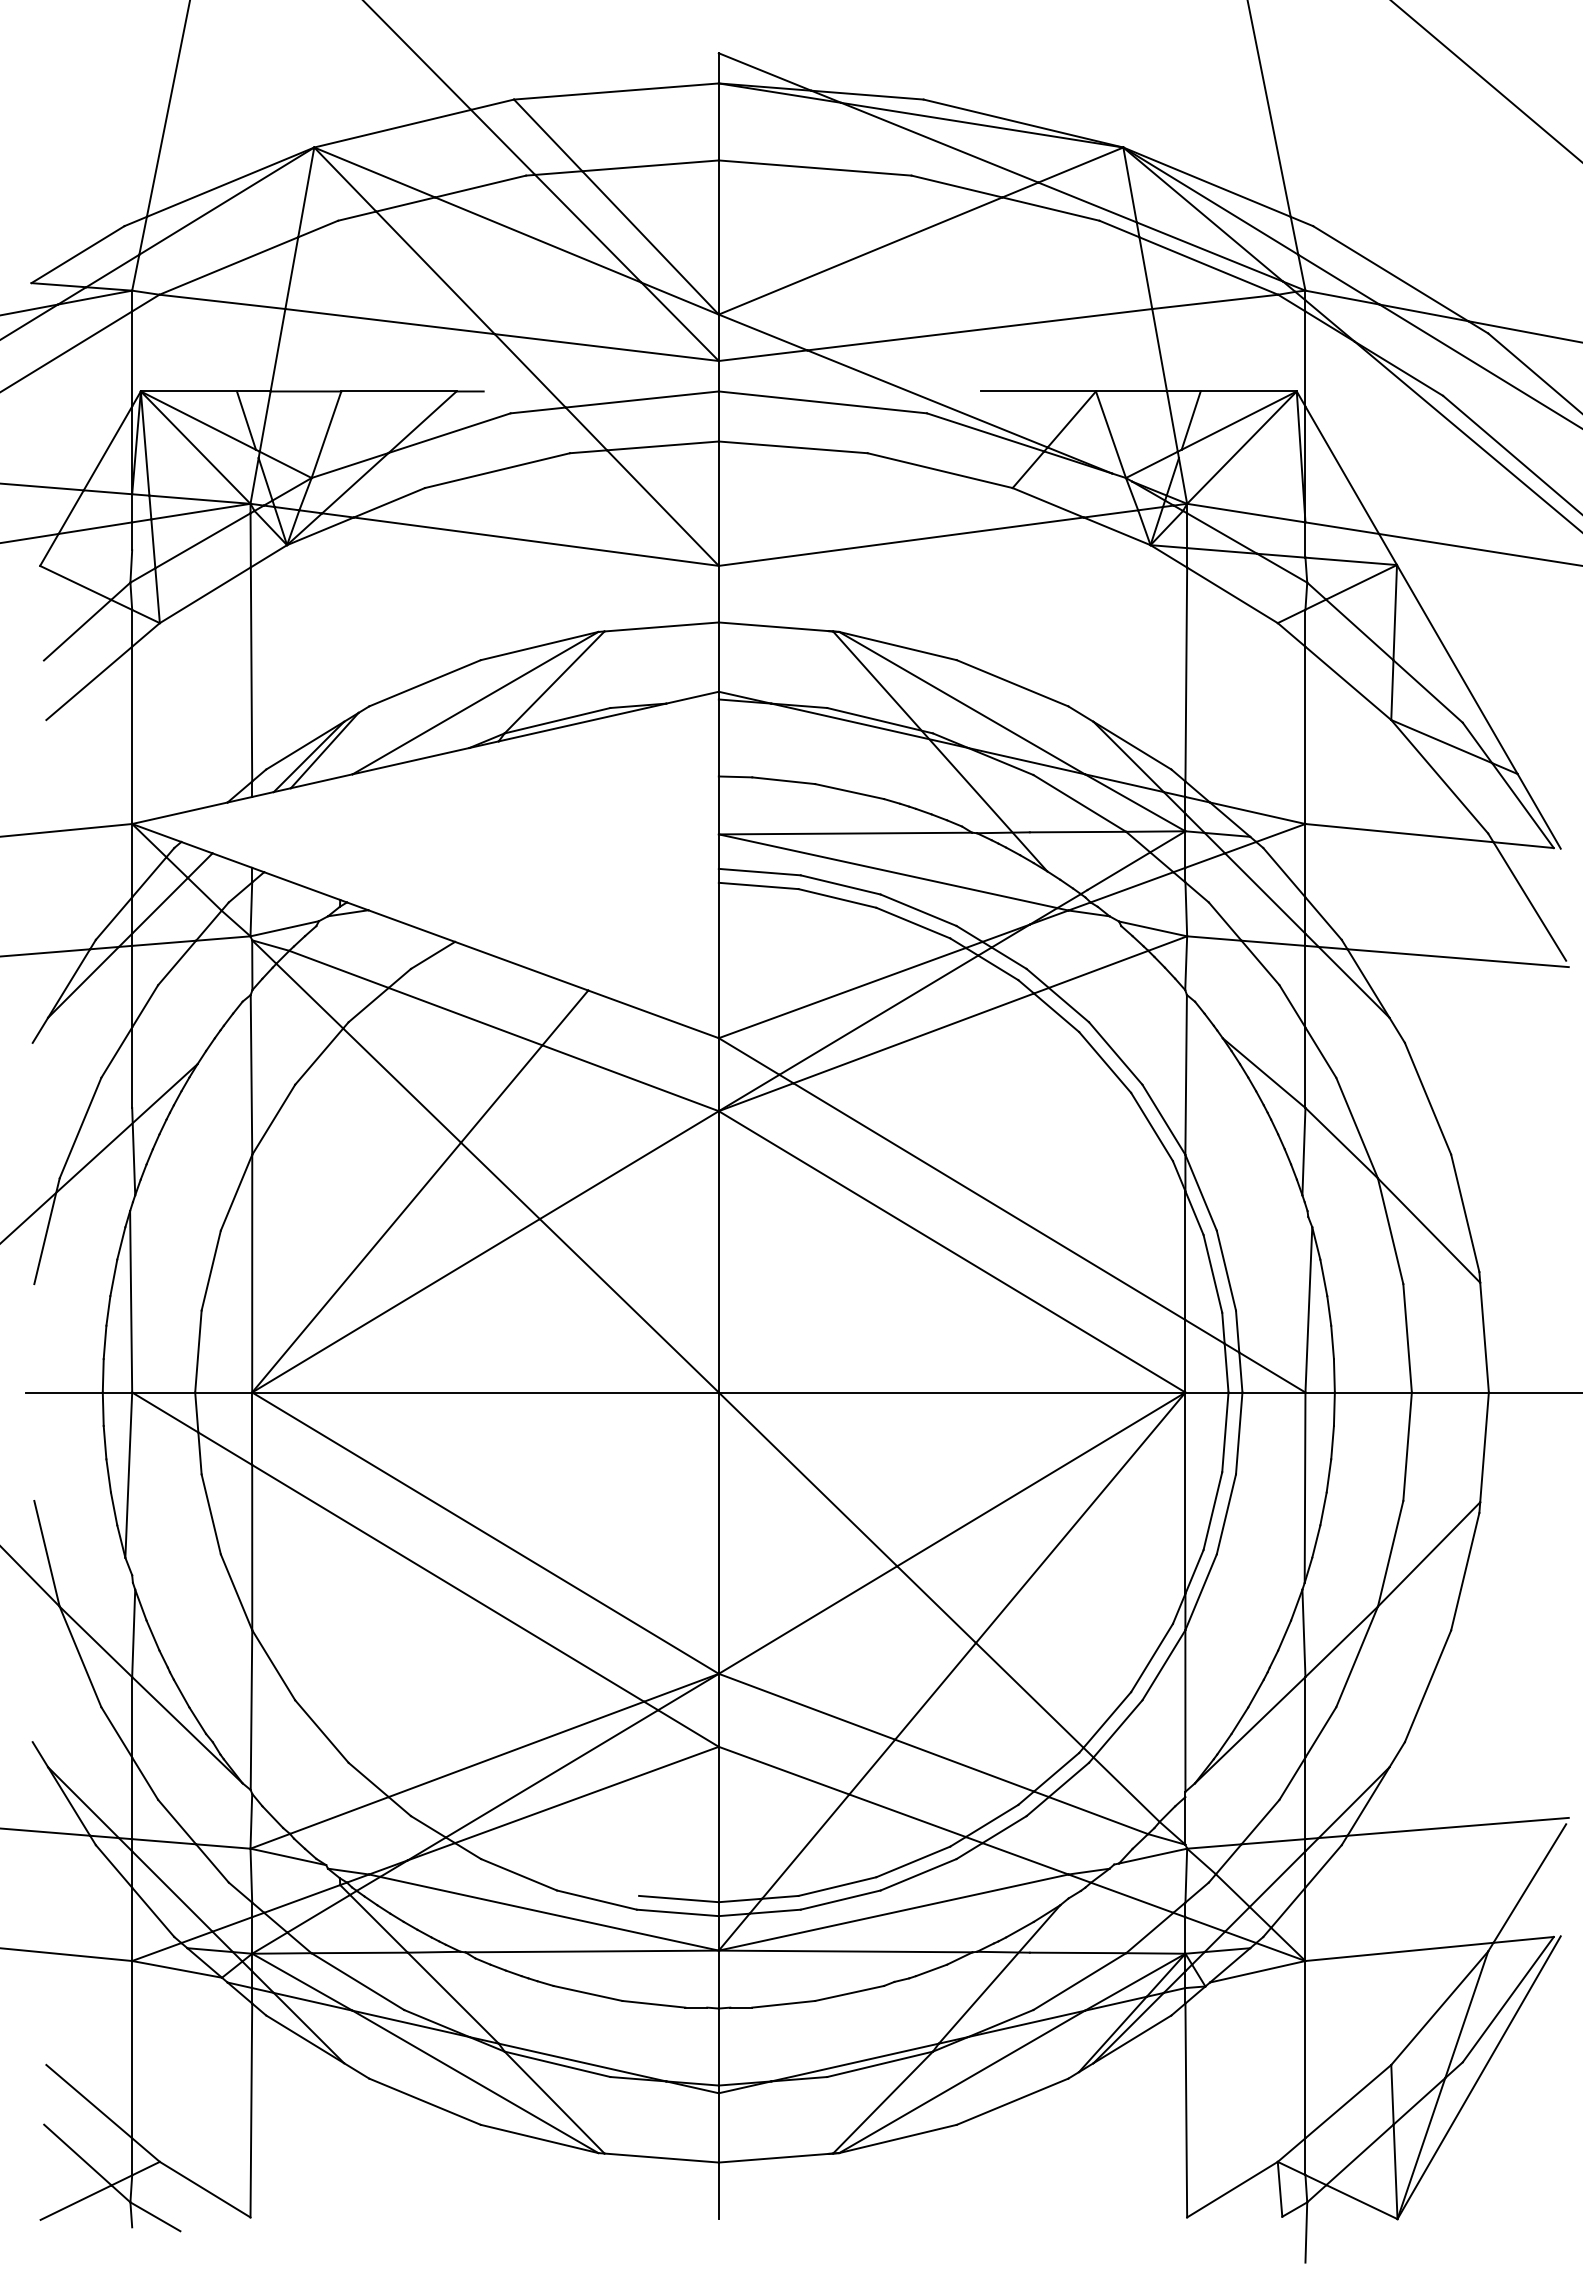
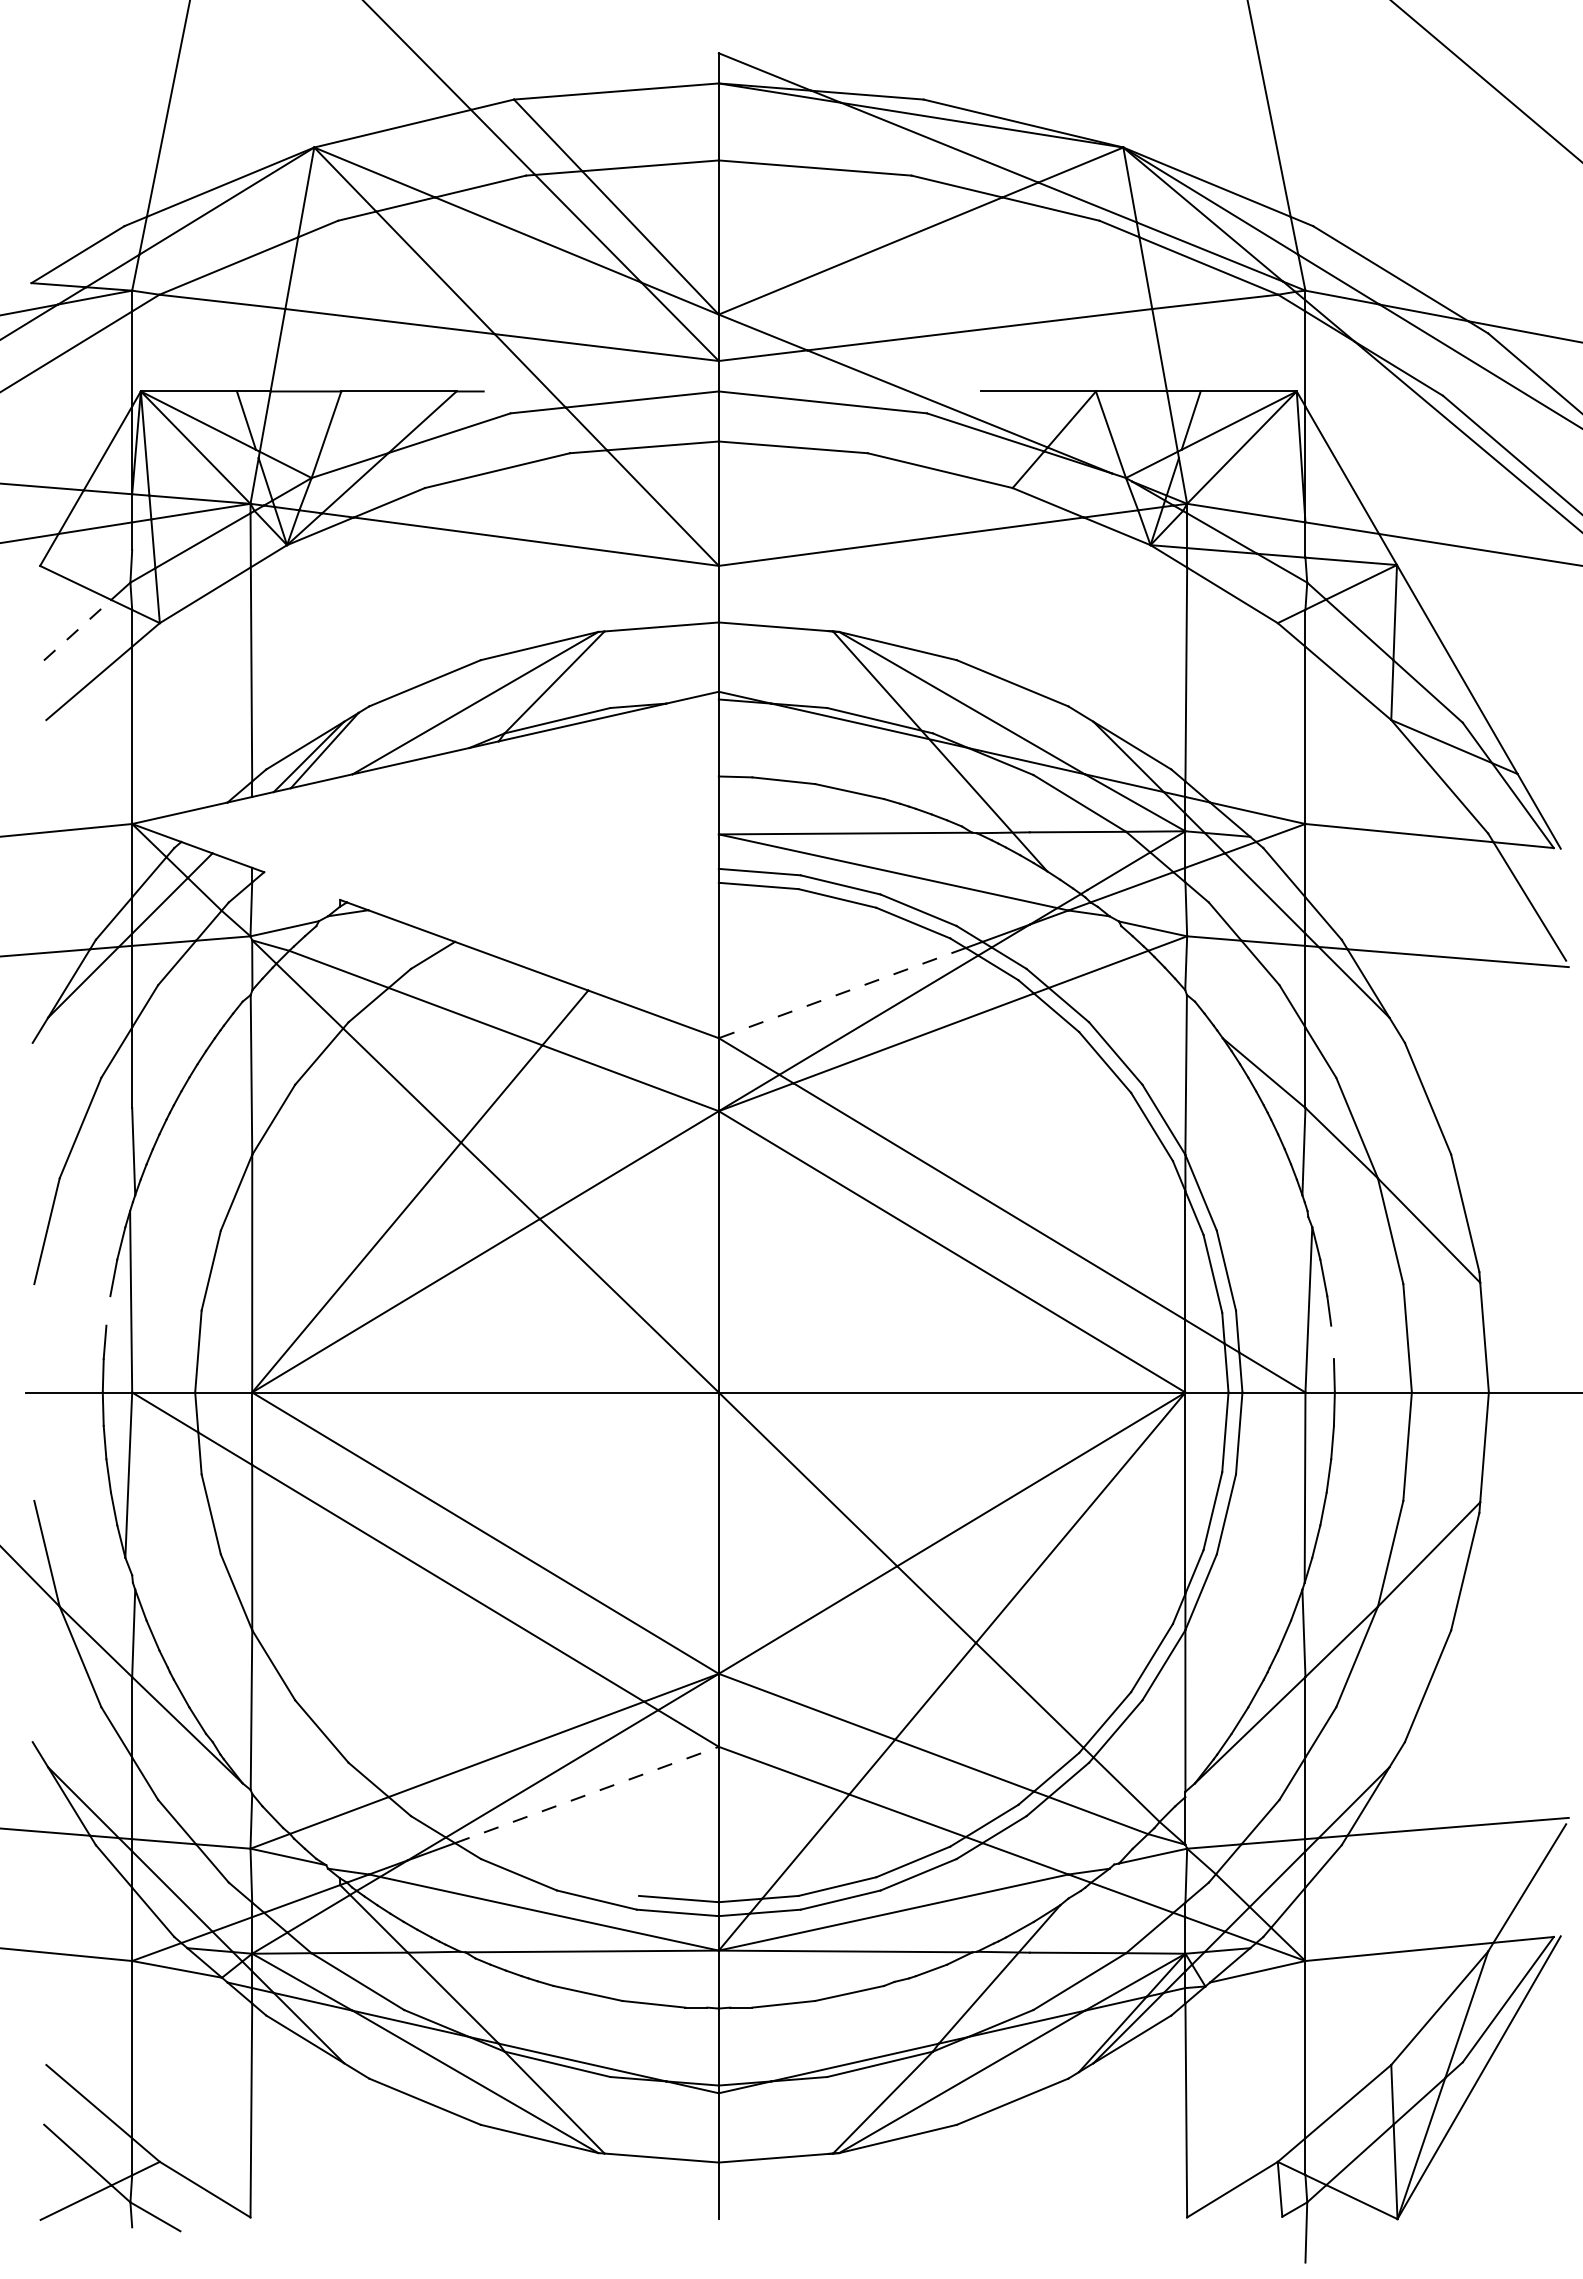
line at (77, 629): solid -> dashed
line at (302, 885): present -> none
line at (842, 993): solid -> dashed
line at (99, 1152): present -> none
line at (108, 1310): present -> none
line at (1332, 1342): present -> none
line at (587, 1794): solid -> dashed
